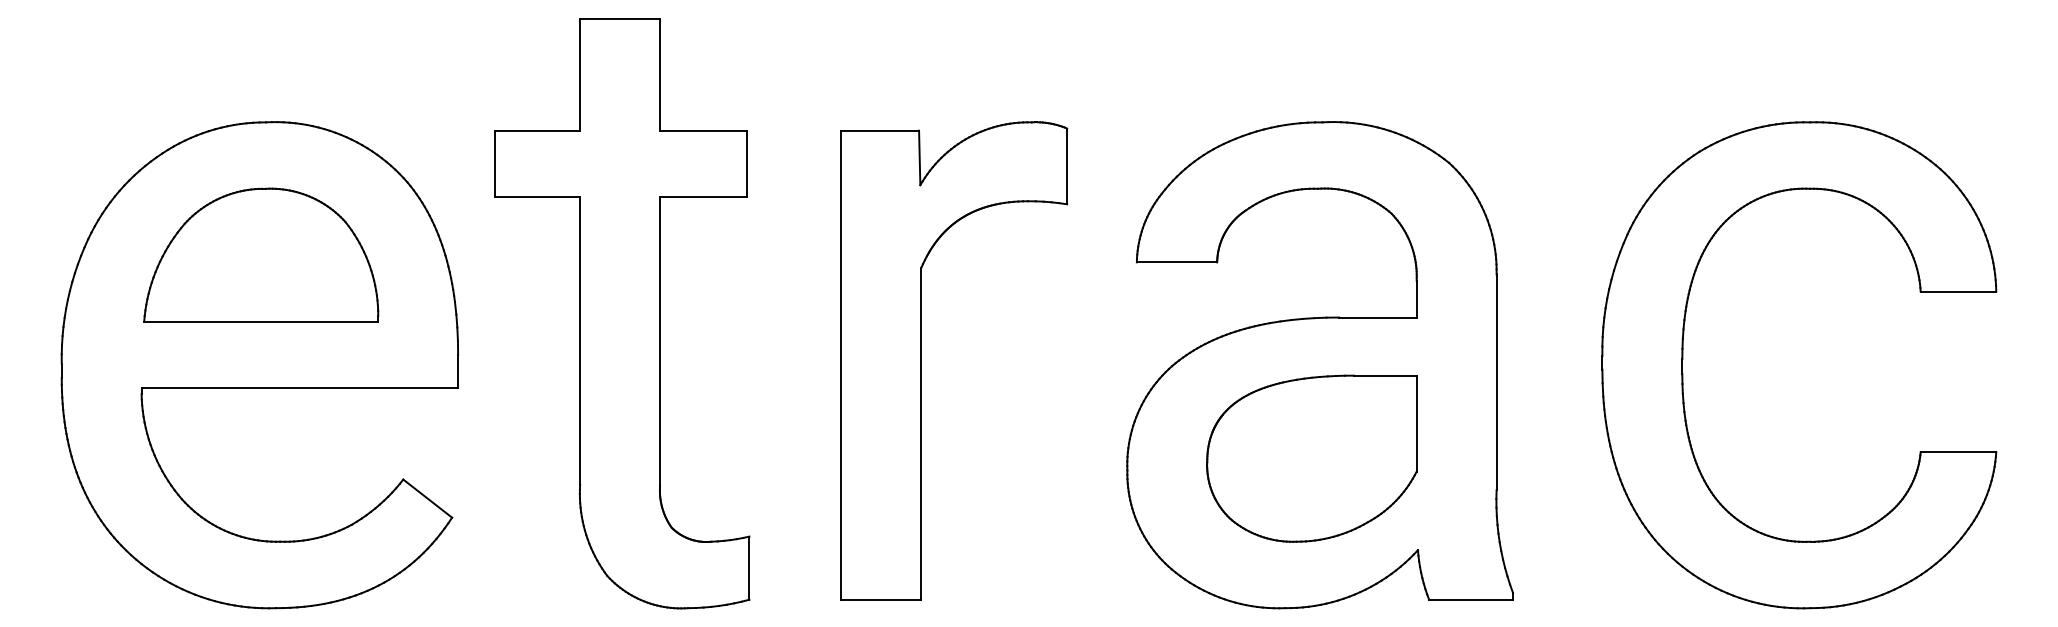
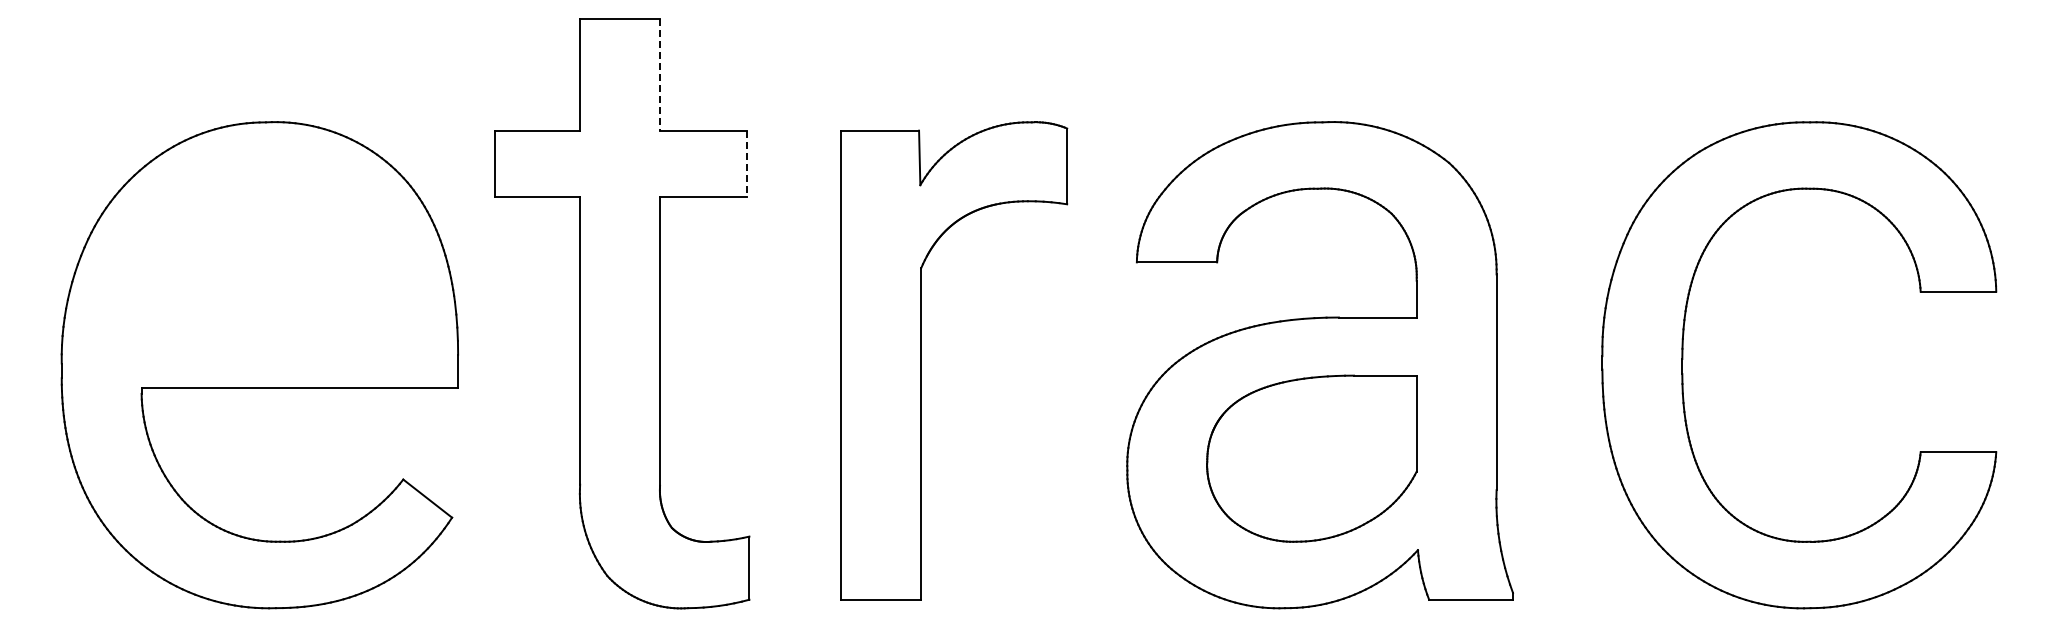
line at (660, 75): solid -> dashed
line at (747, 164): solid -> dashed
part at (261, 254): present -> none
